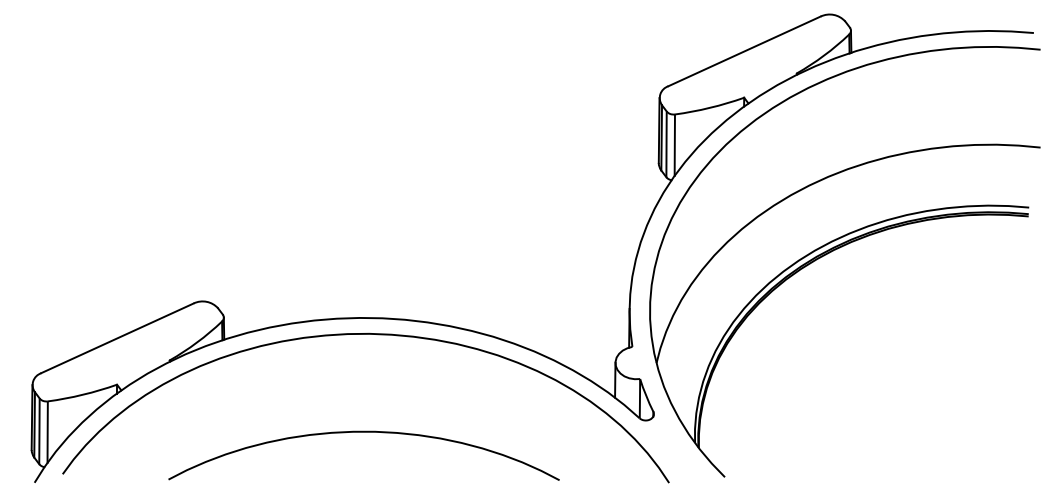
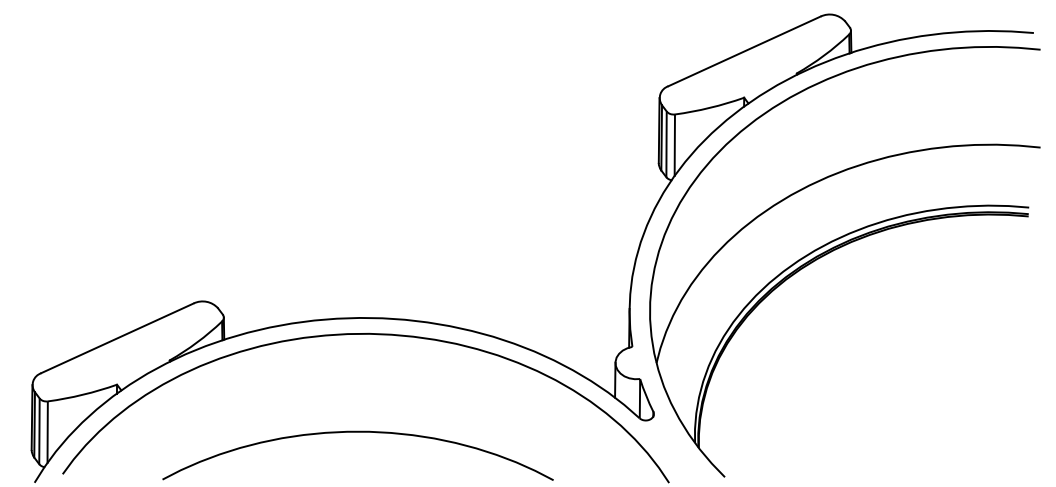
curve at (363, 432) position: (363, 432) -> (357, 432)
